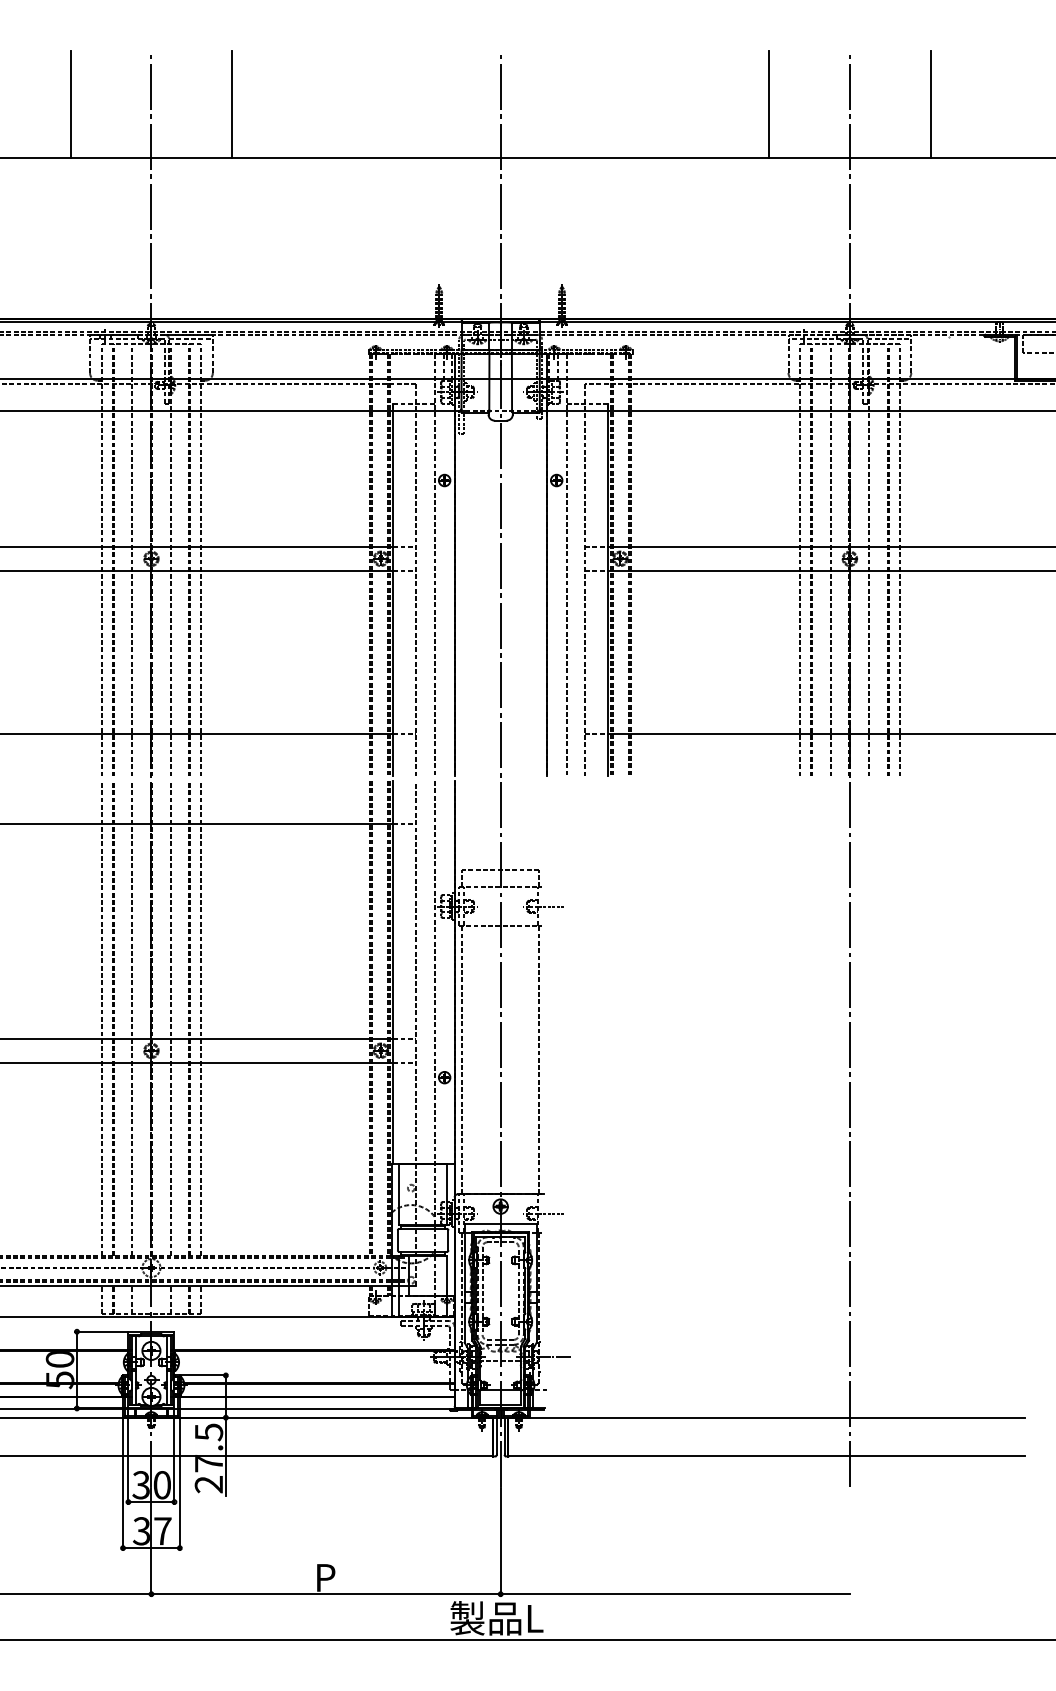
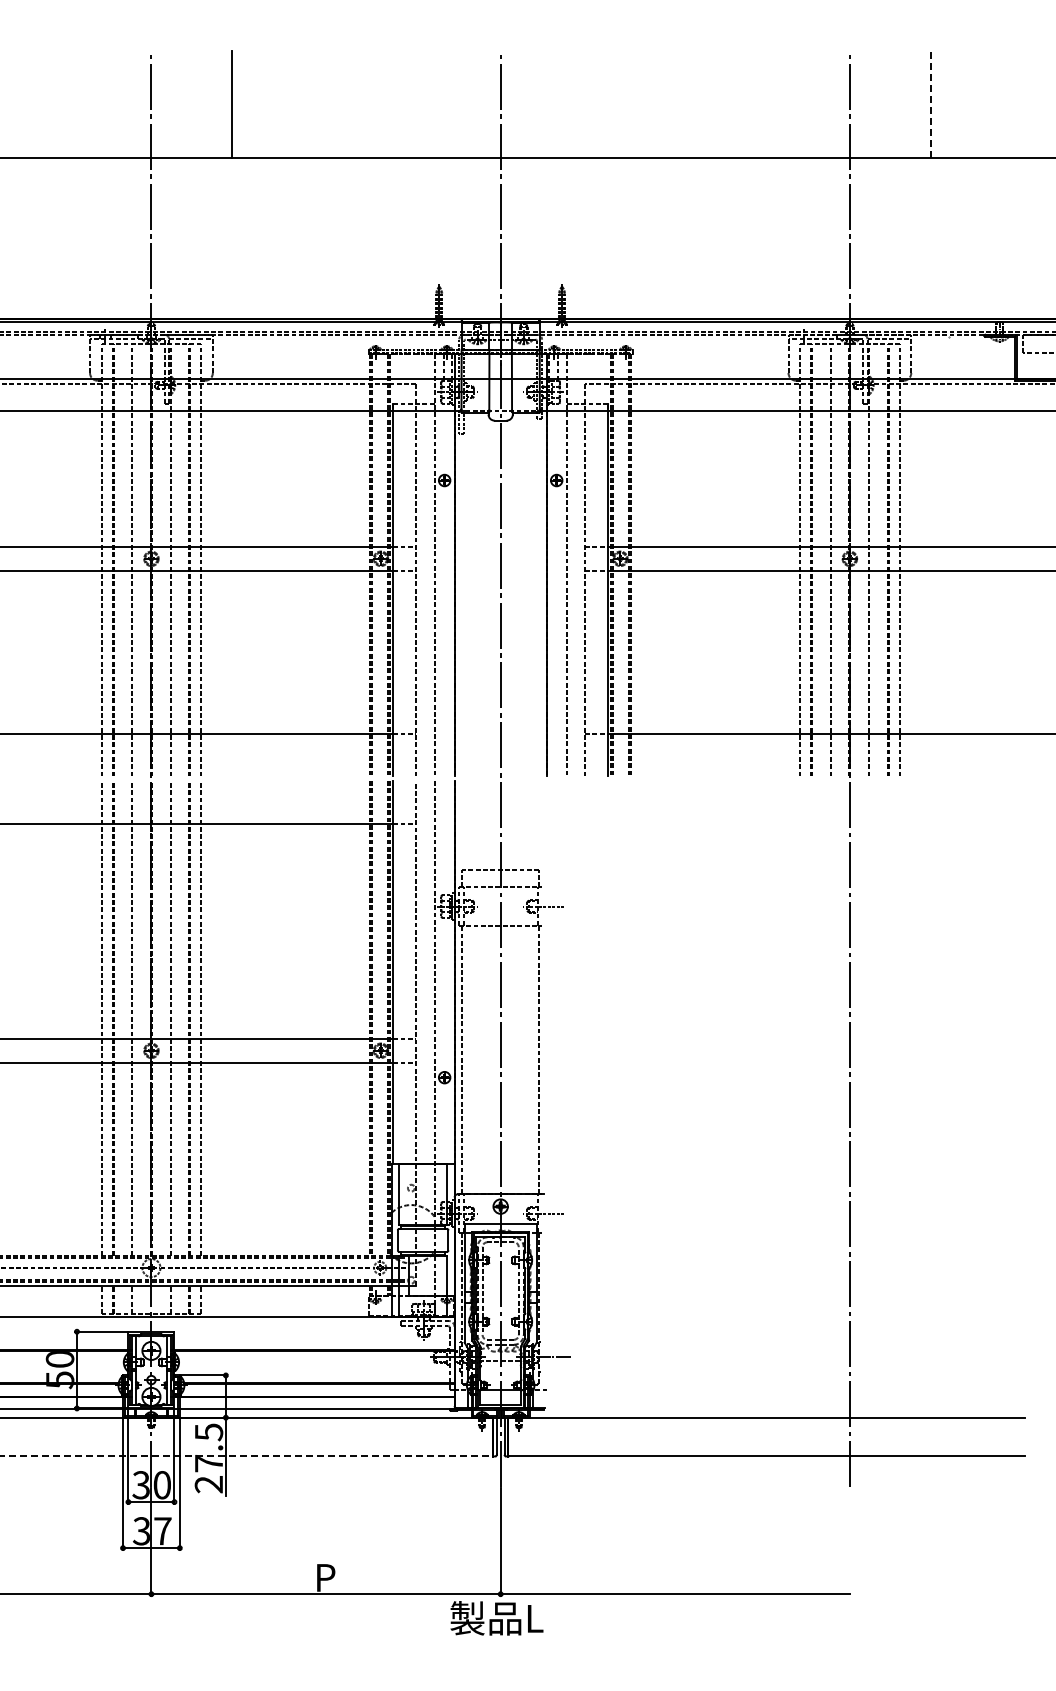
line at (70, 104): present -> none
line at (769, 104): present -> none
line at (930, 104): solid -> dashed
line at (247, 1456): solid -> dashed
line at (527, 1640): present -> none
